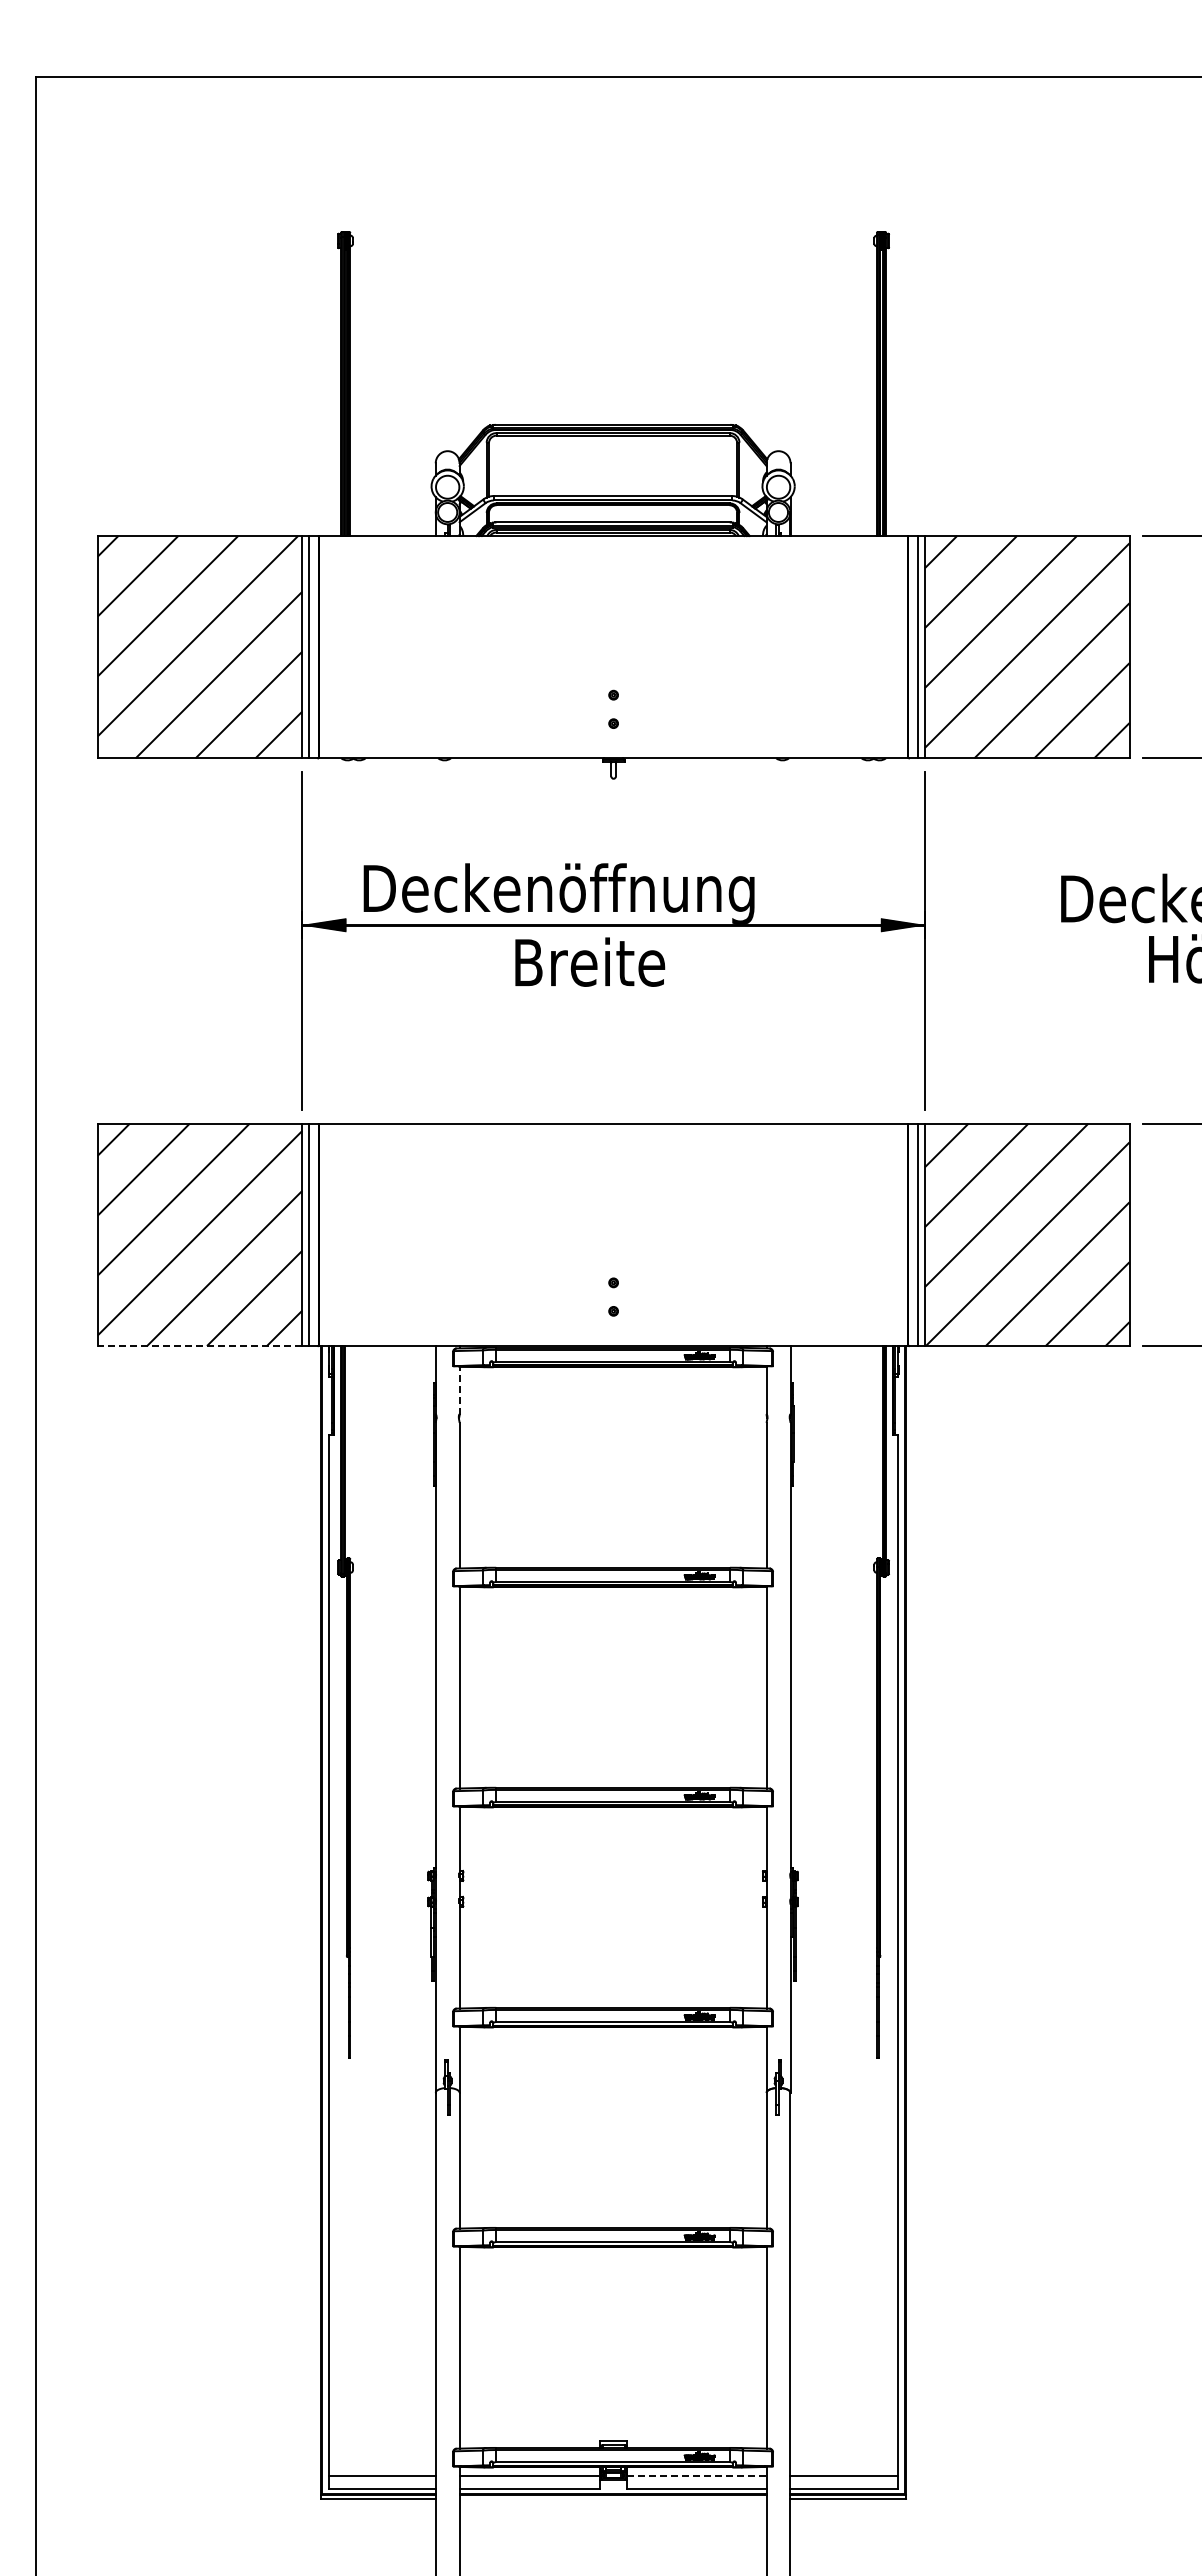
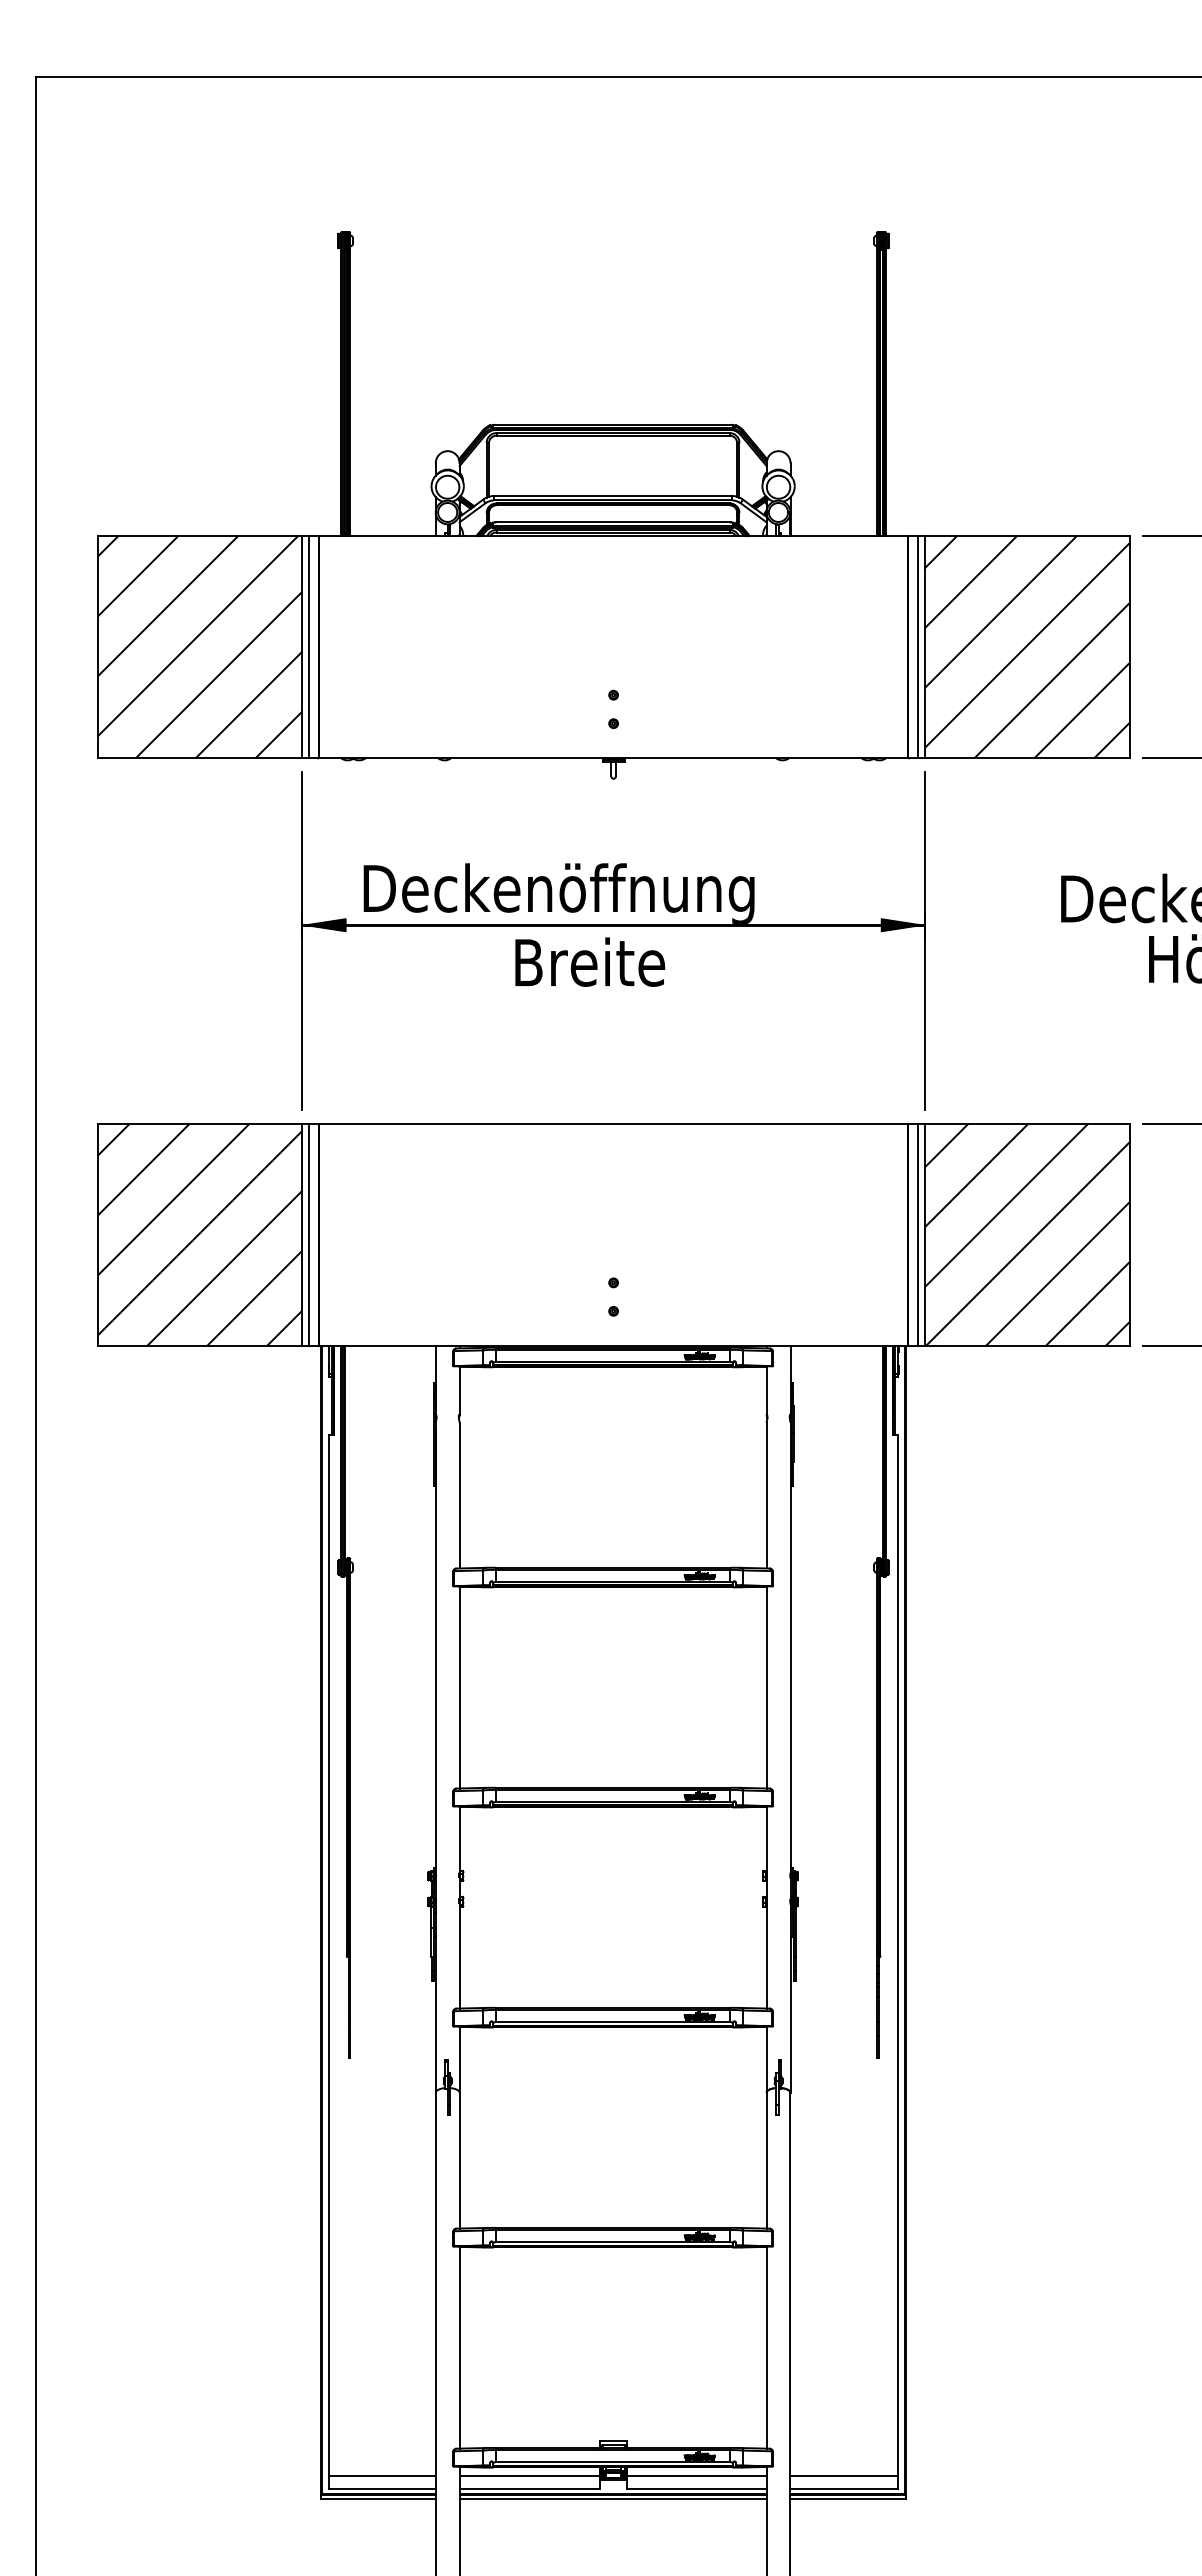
line at (199, 1346): dashed -> solid
line at (459, 1390): dashed -> solid
line at (696, 2476): dashed -> solid
line at (612, 2498): none -> present
